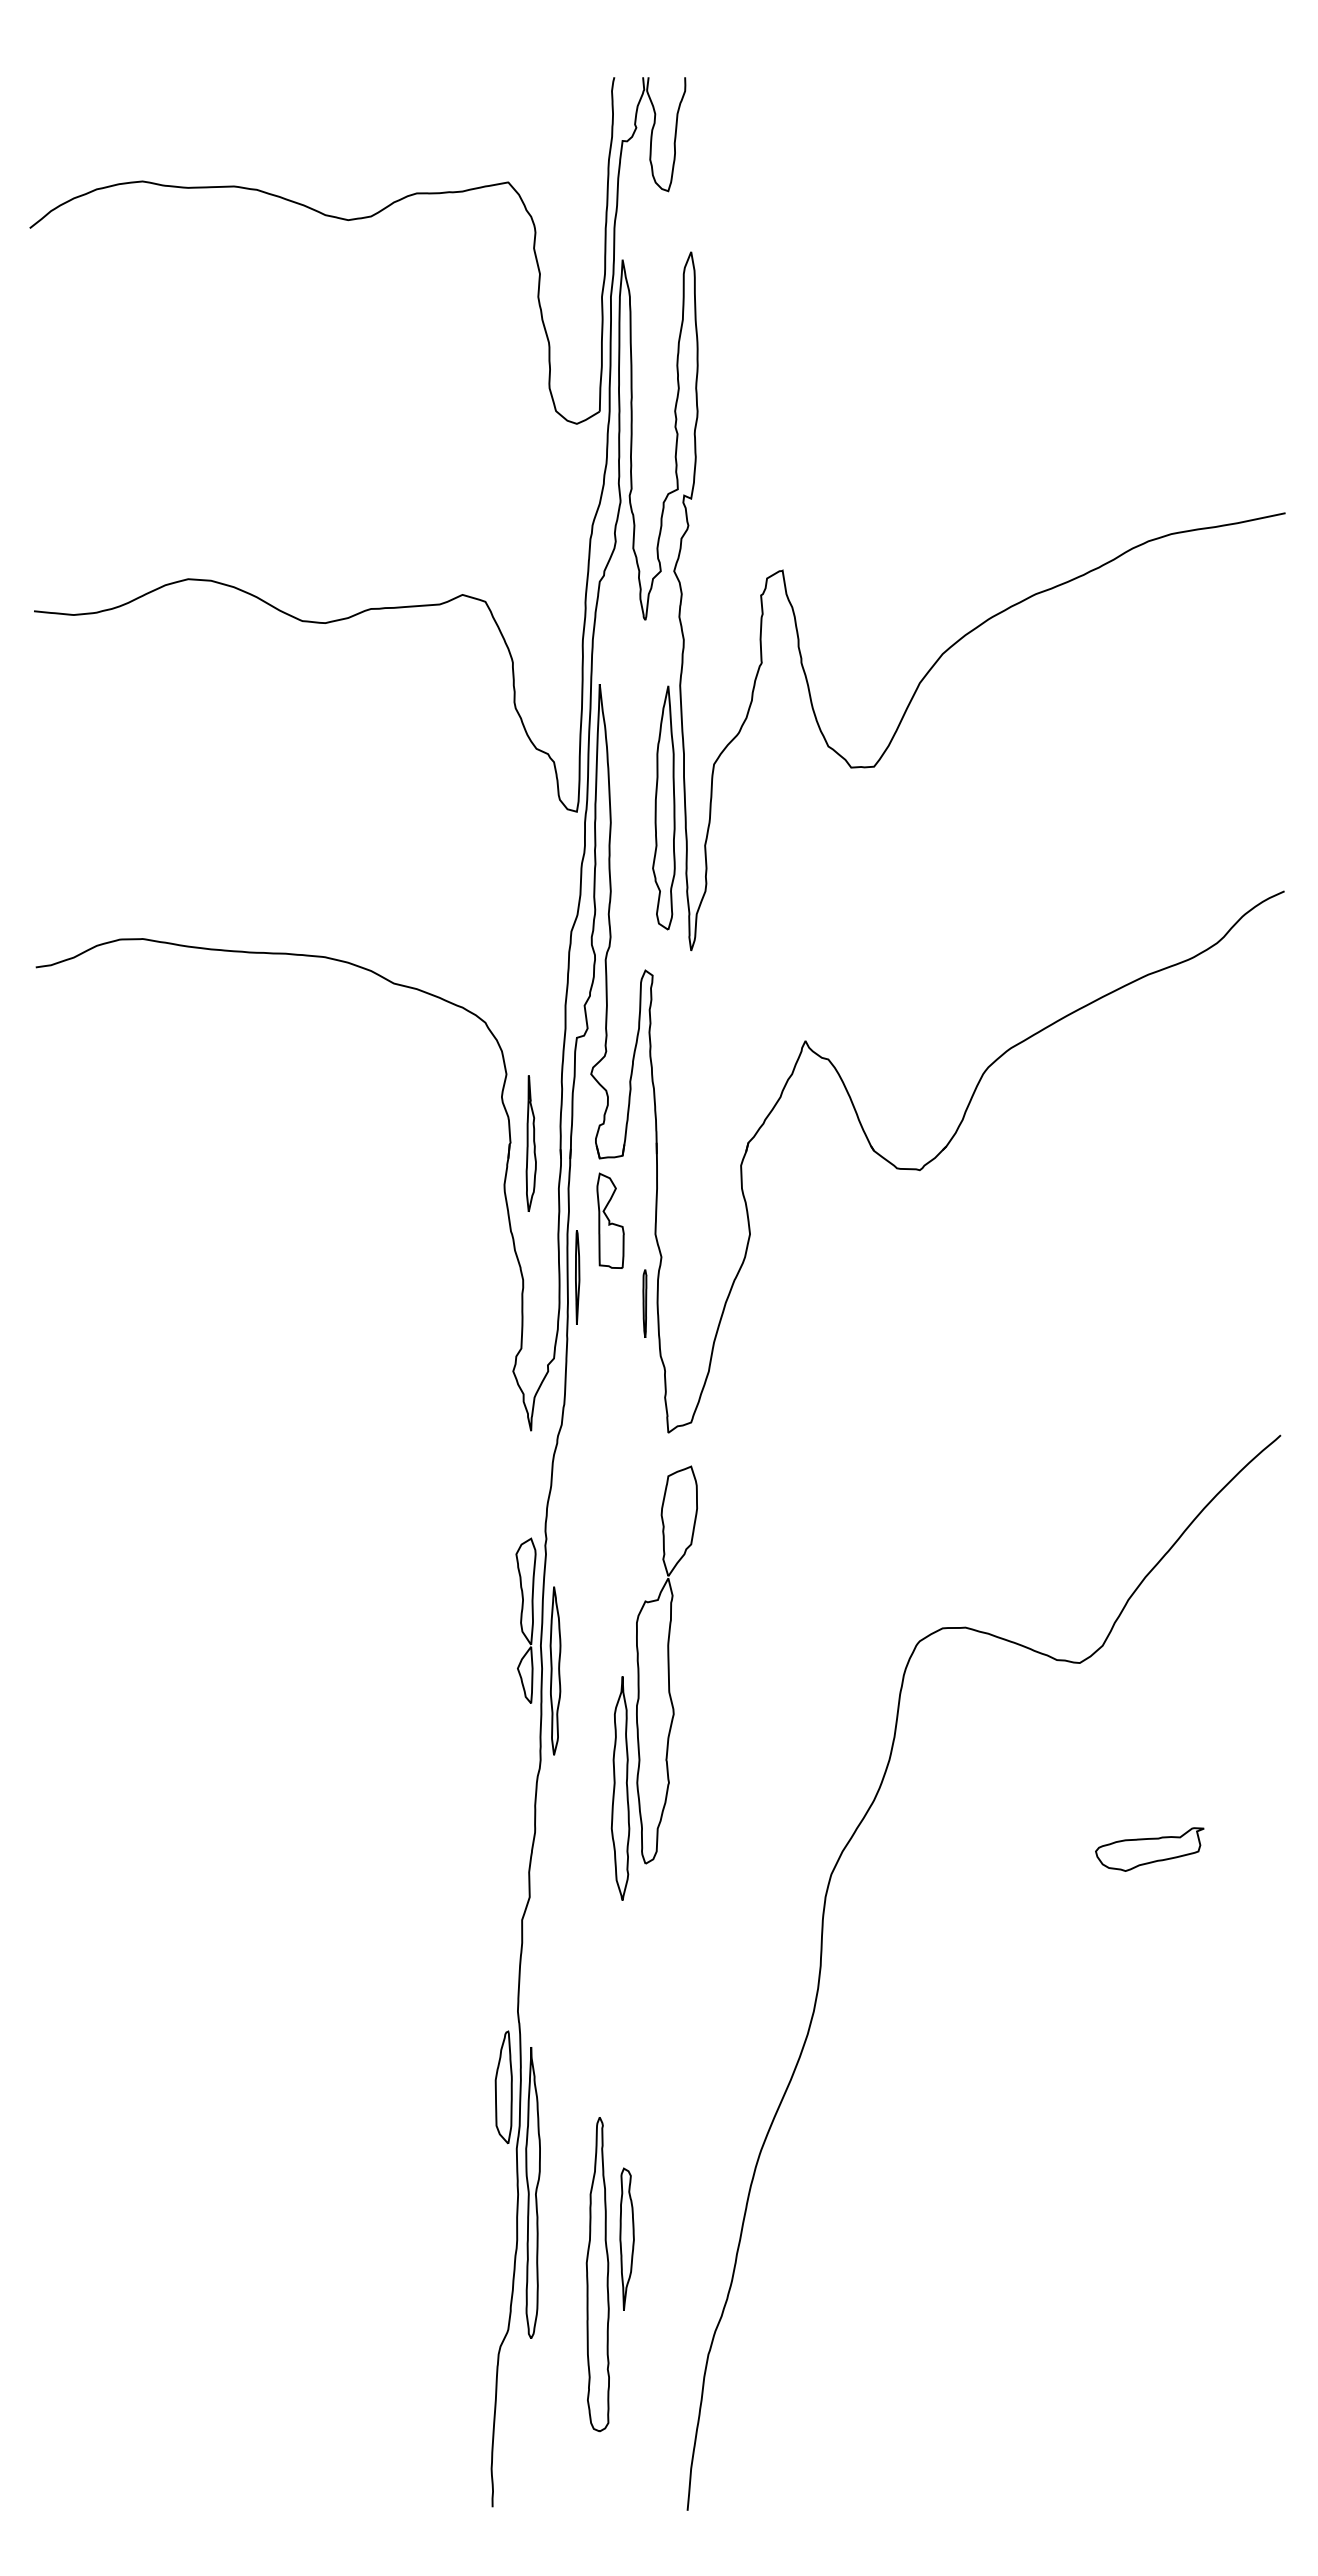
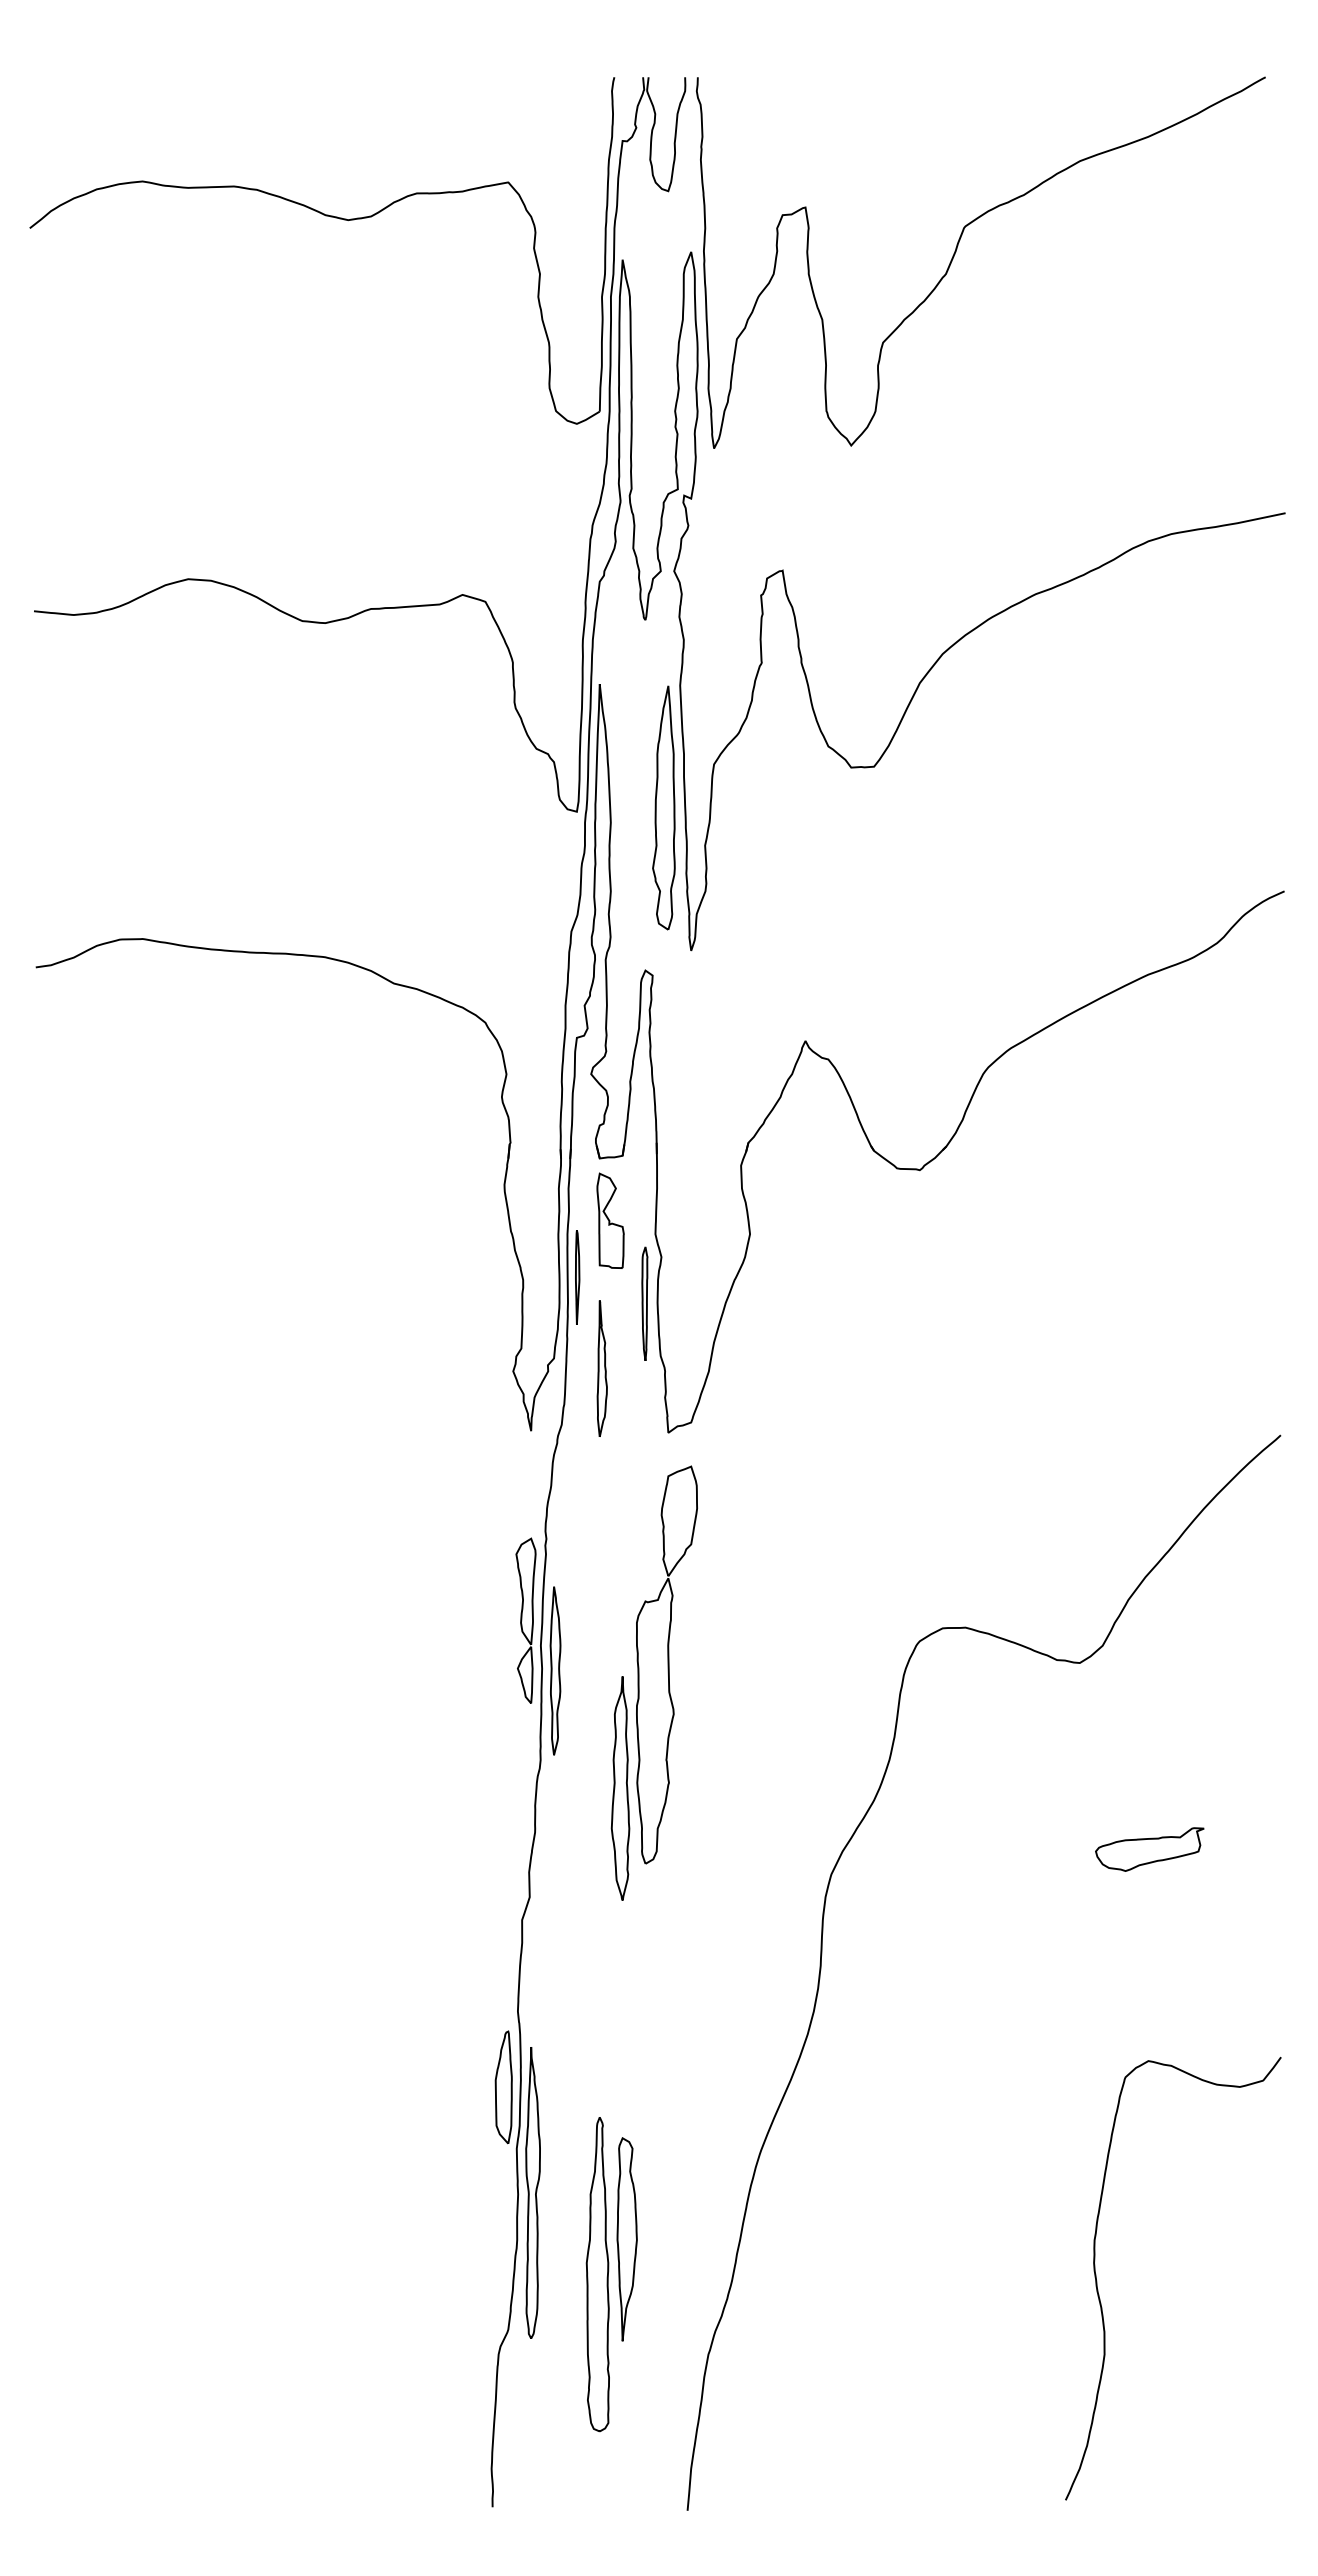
curve at (956, 252): none -> present
part at (530, 1143) position: (530, 1143) -> (601, 1368)
part at (644, 1303) size: 6x69 px -> 8x115 px
part at (626, 2238) size: 16x144 px -> 22x205 px
curve at (1100, 2298): none -> present
